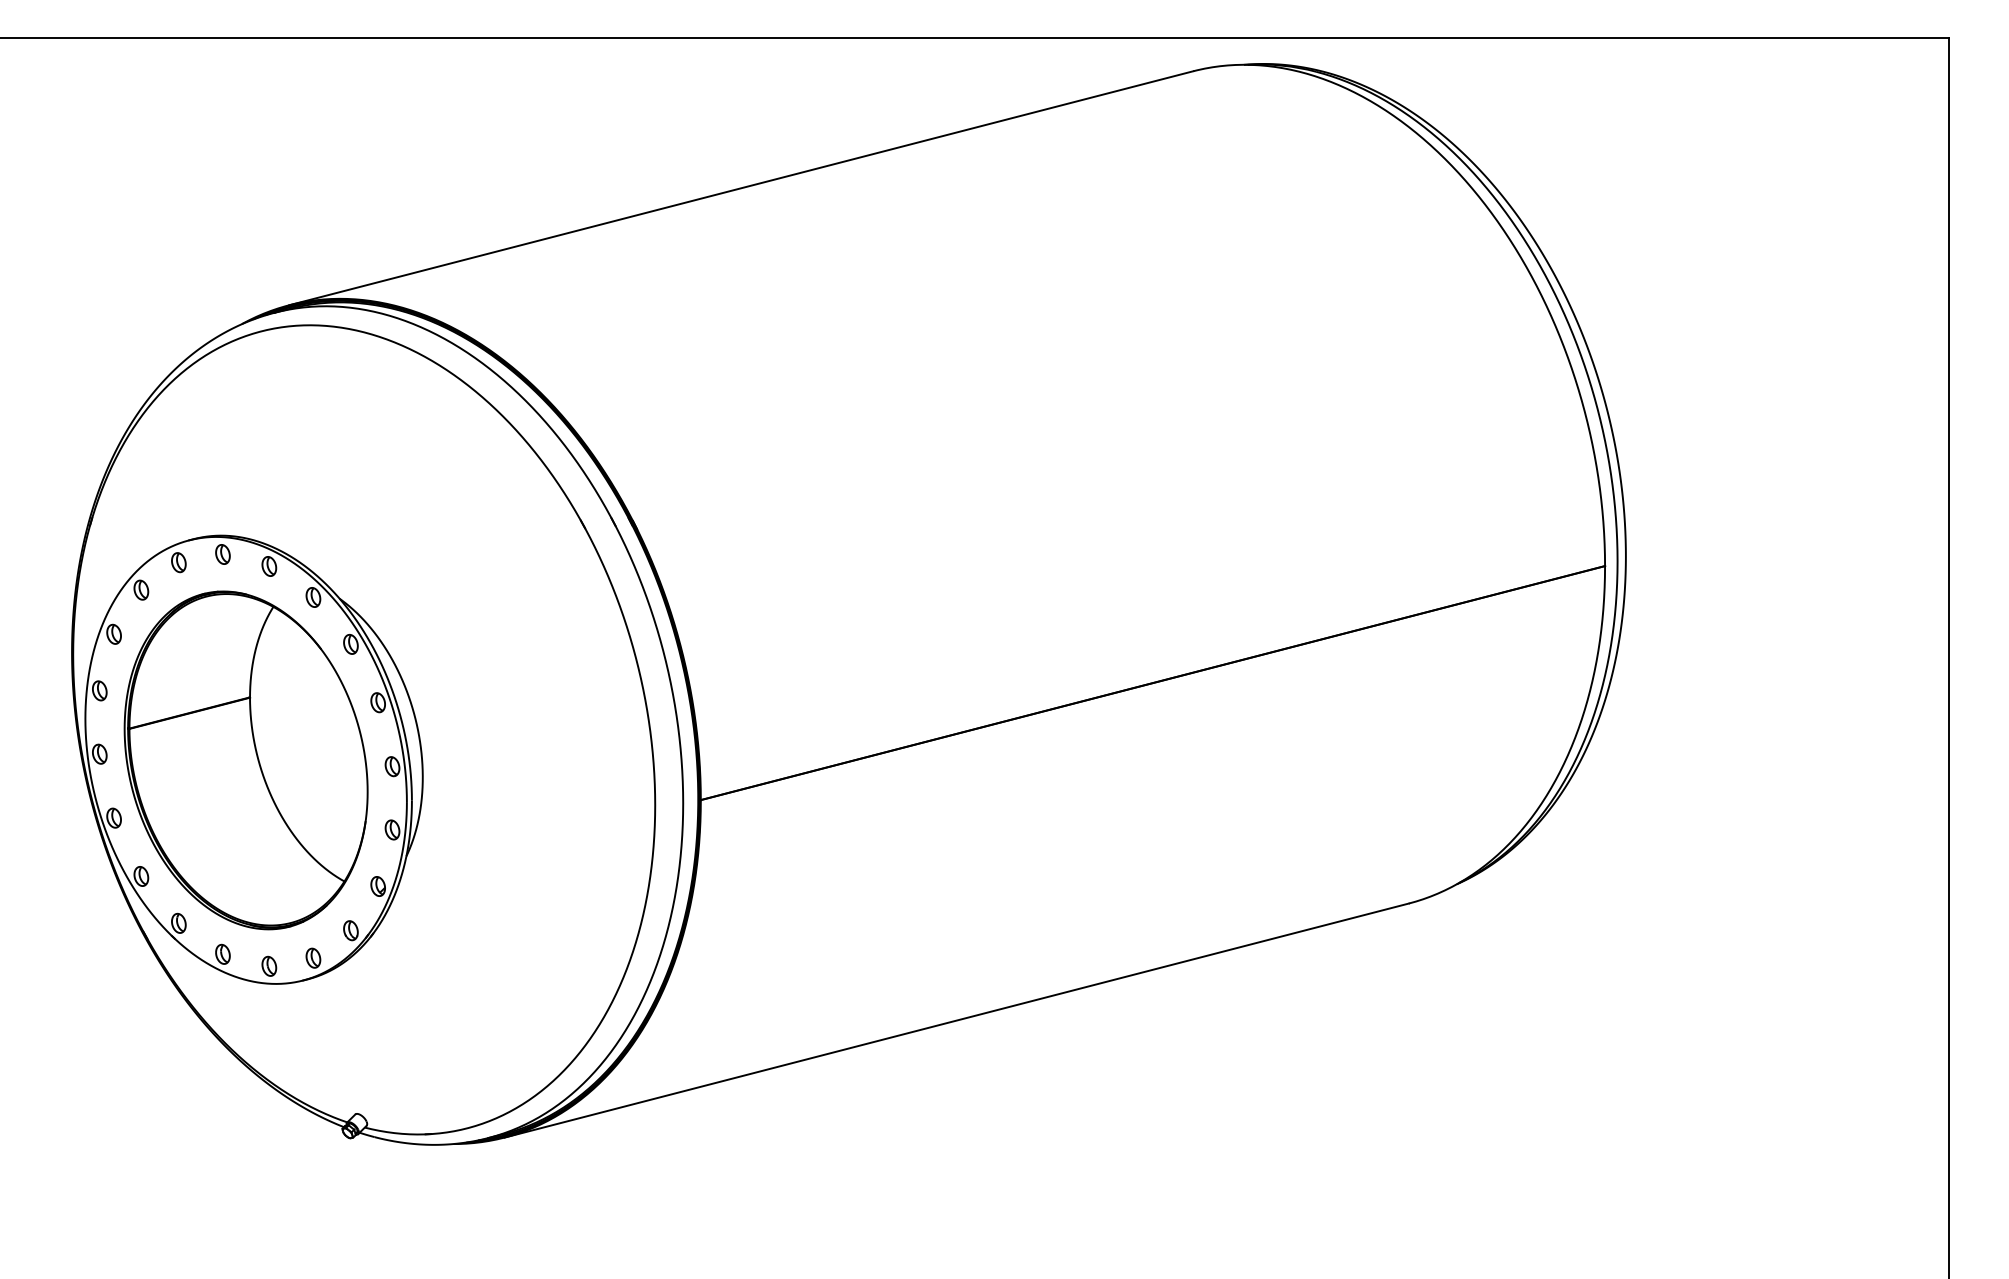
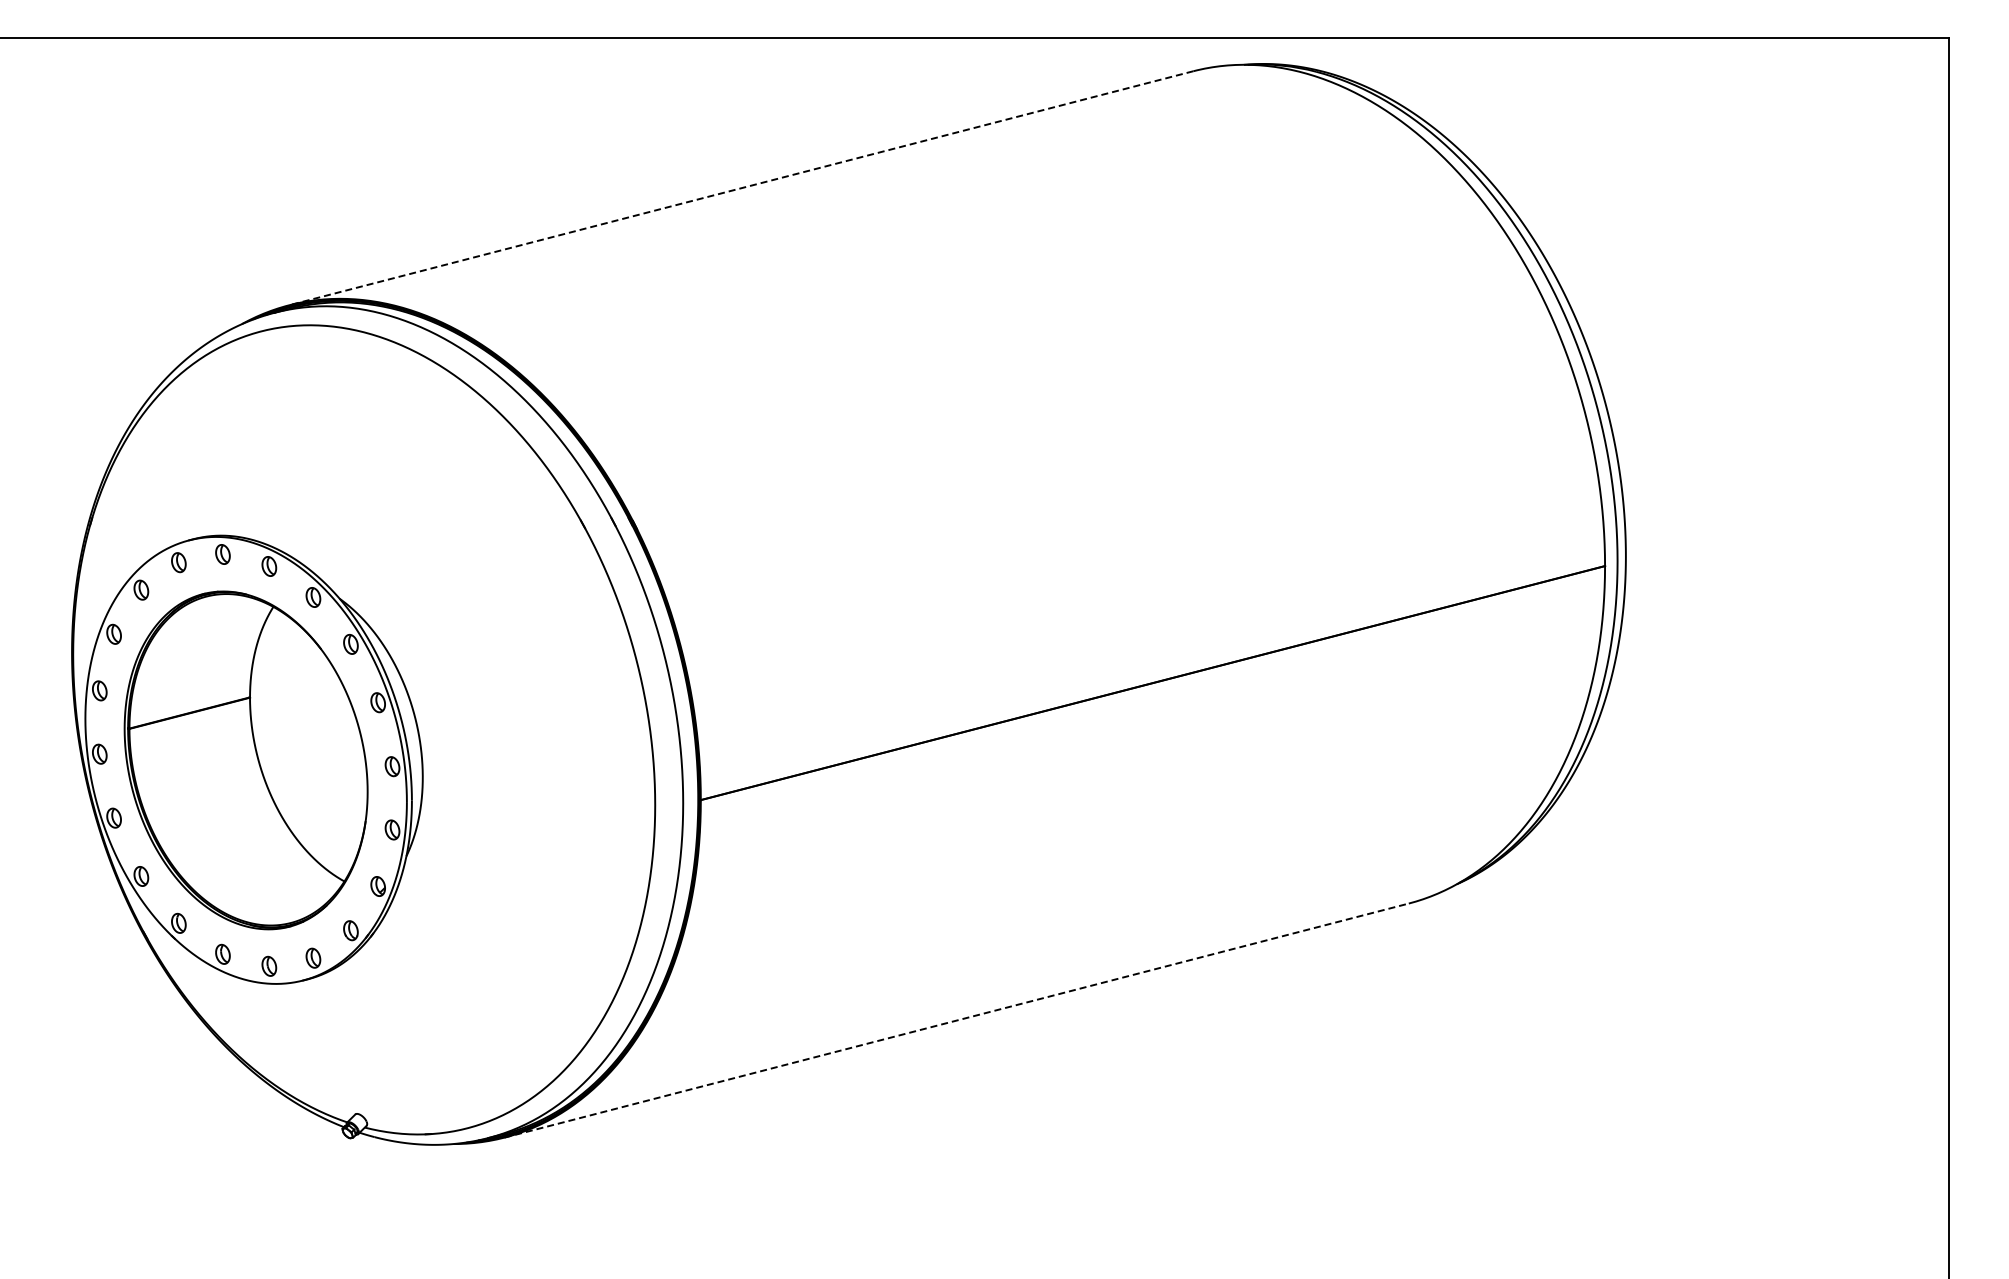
line at (740, 188): solid -> dashed
line at (957, 1020): solid -> dashed
